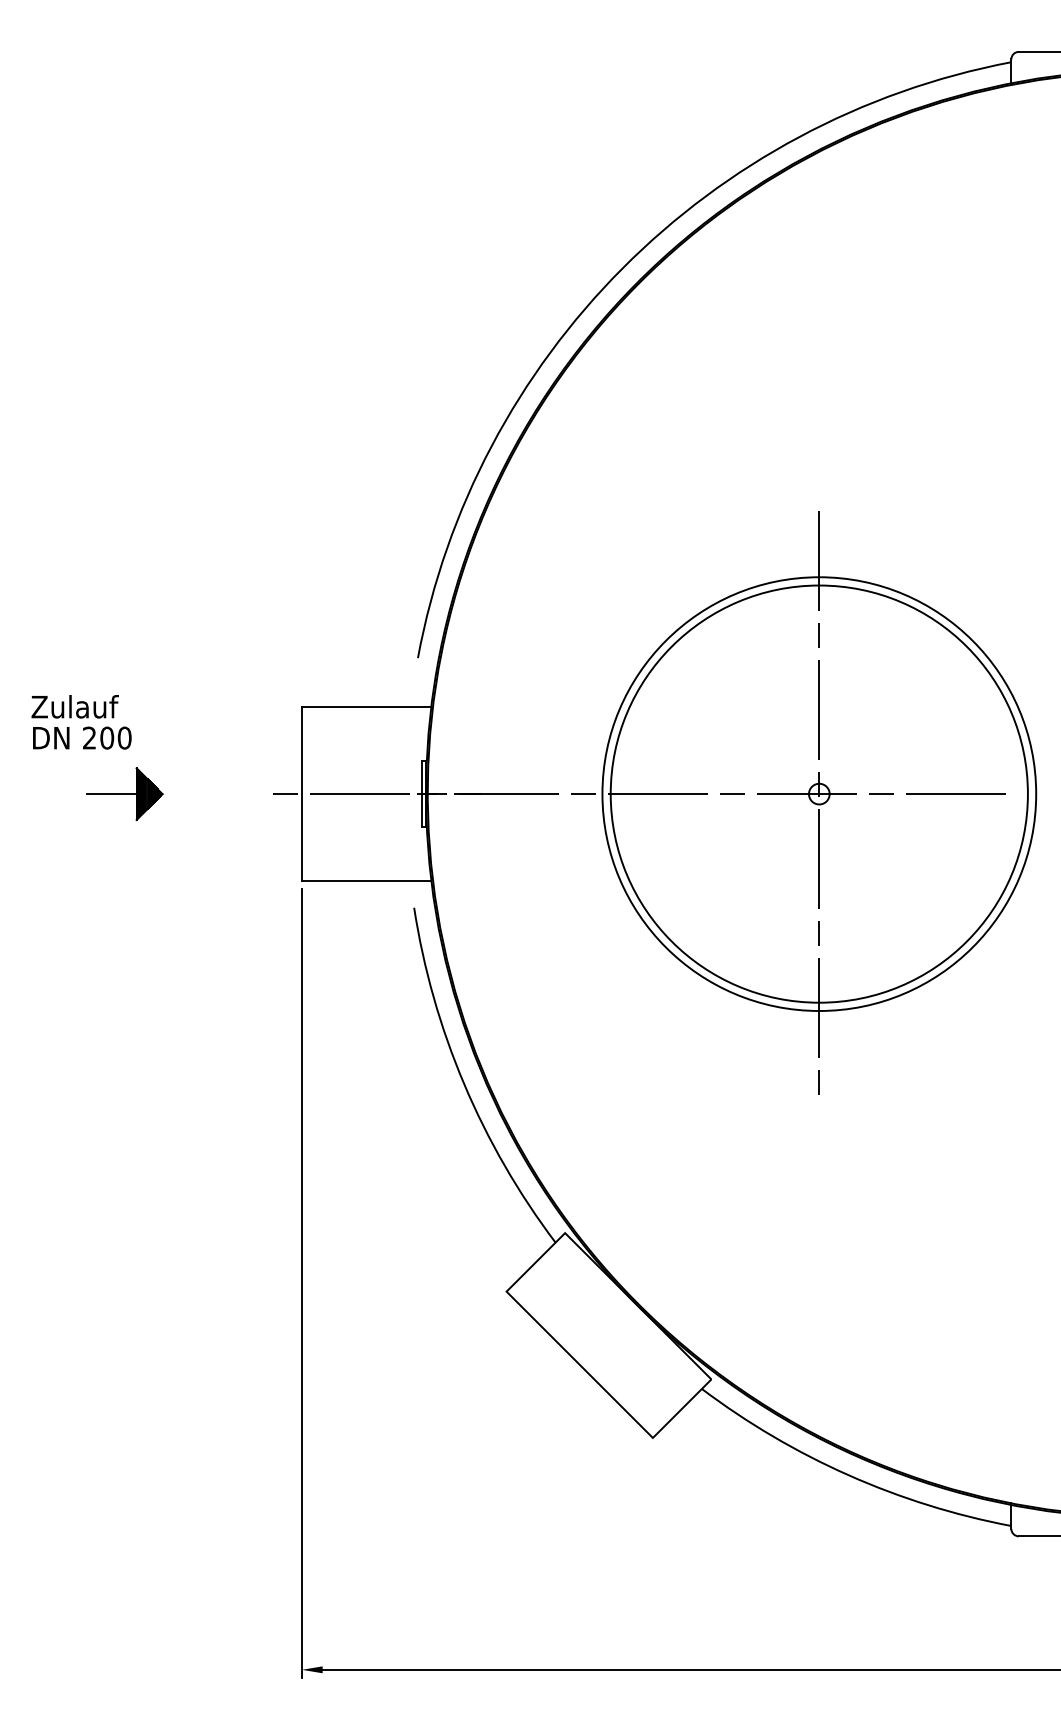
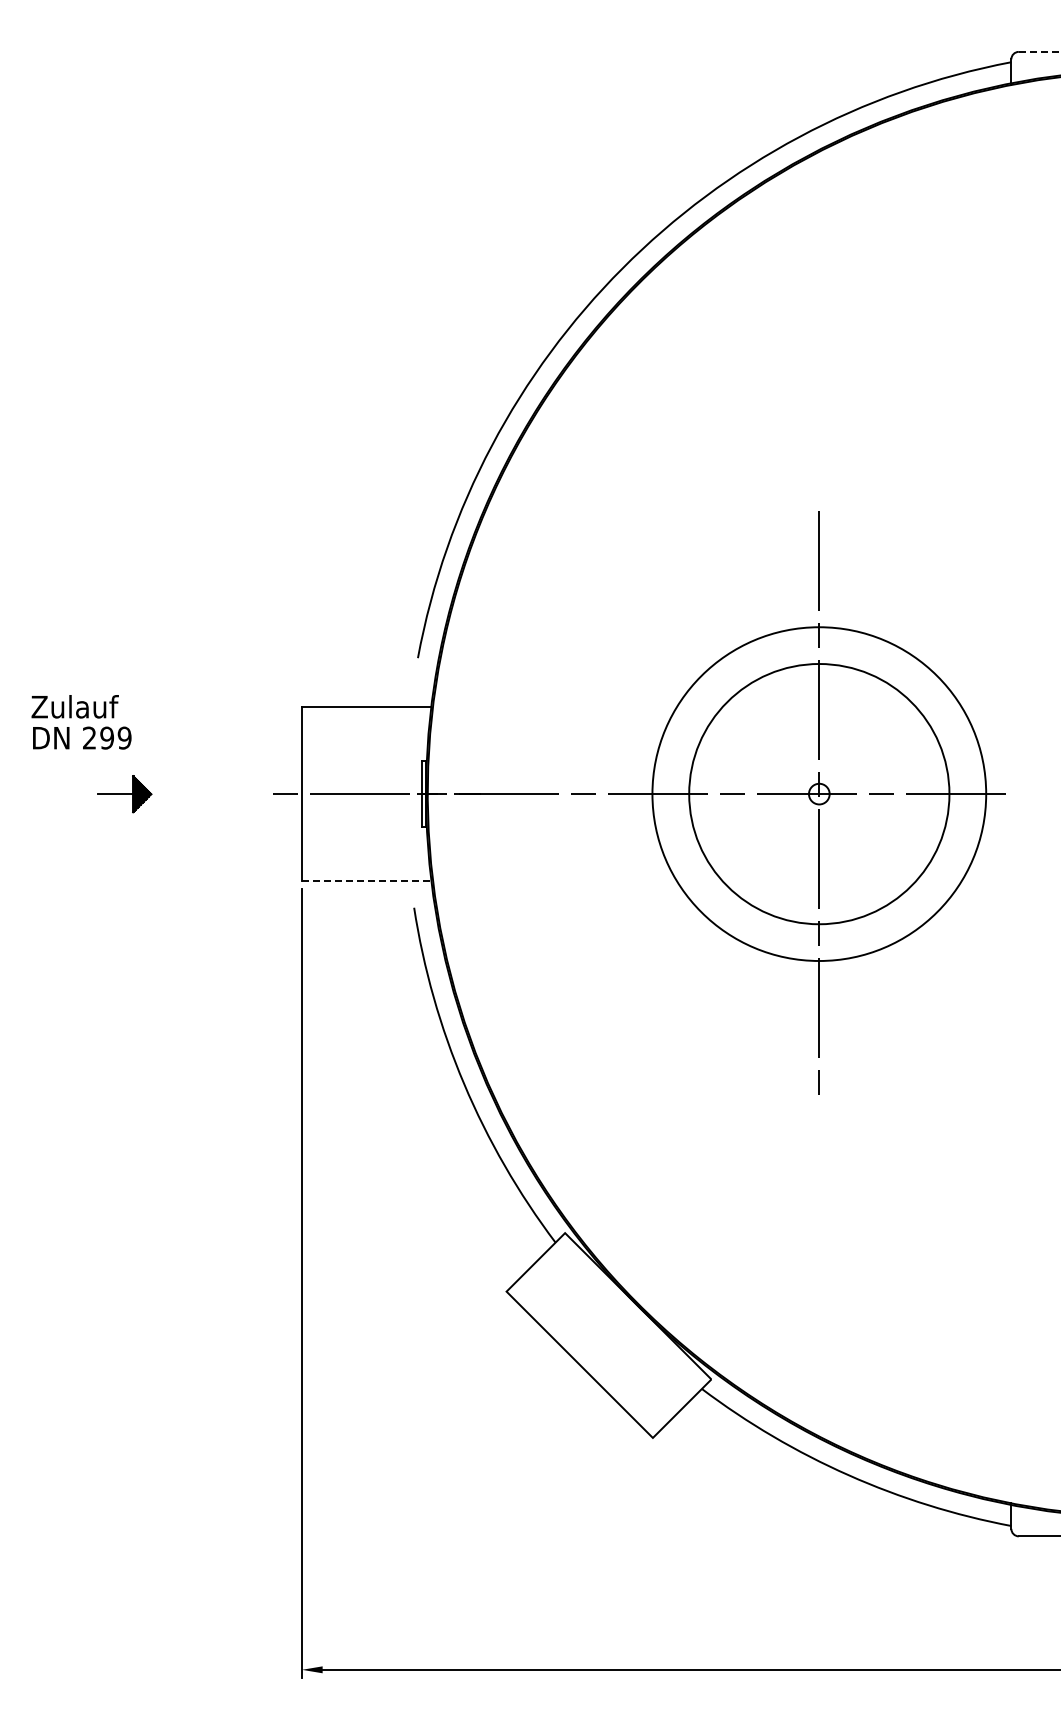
line at (1039, 51): solid -> dashed
text at (115, 737): 200 -> 299
circle at (818, 793) diameter: 417 px -> 334 px
part at (124, 794) size: 78x55 px -> 56x39 px
circle at (819, 794) diameter: 434 px -> 260 px
line at (366, 881): solid -> dashed
